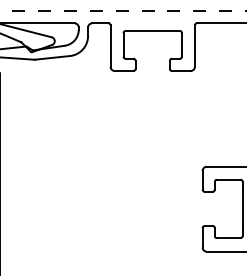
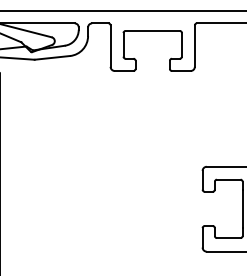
line at (123, 10): dashed -> solid
